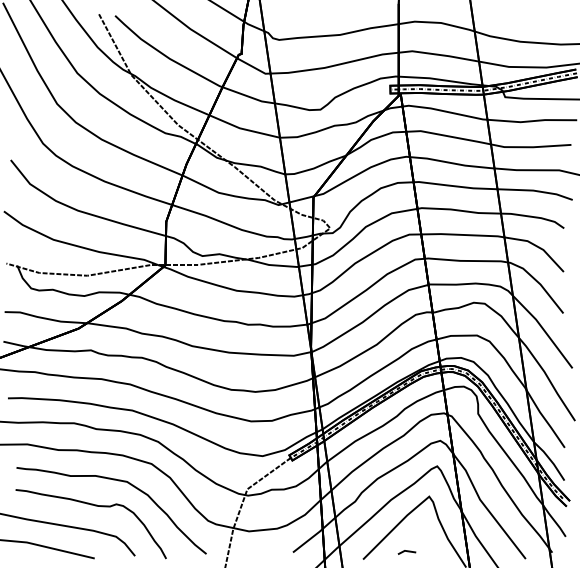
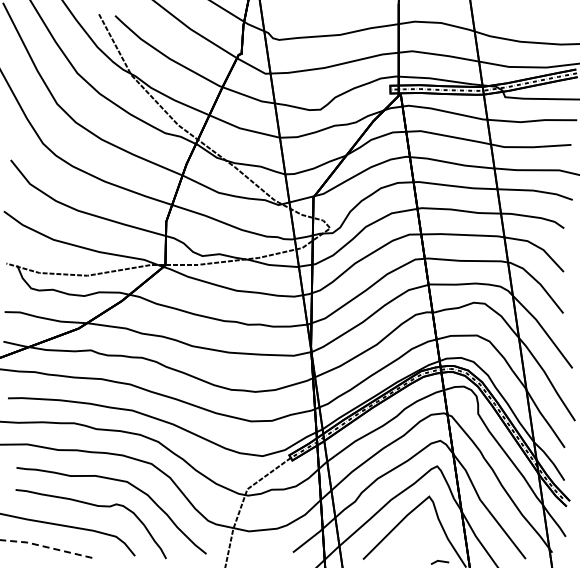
line at (47, 547): solid -> dashed
line at (406, 551) position: (406, 551) -> (439, 561)
